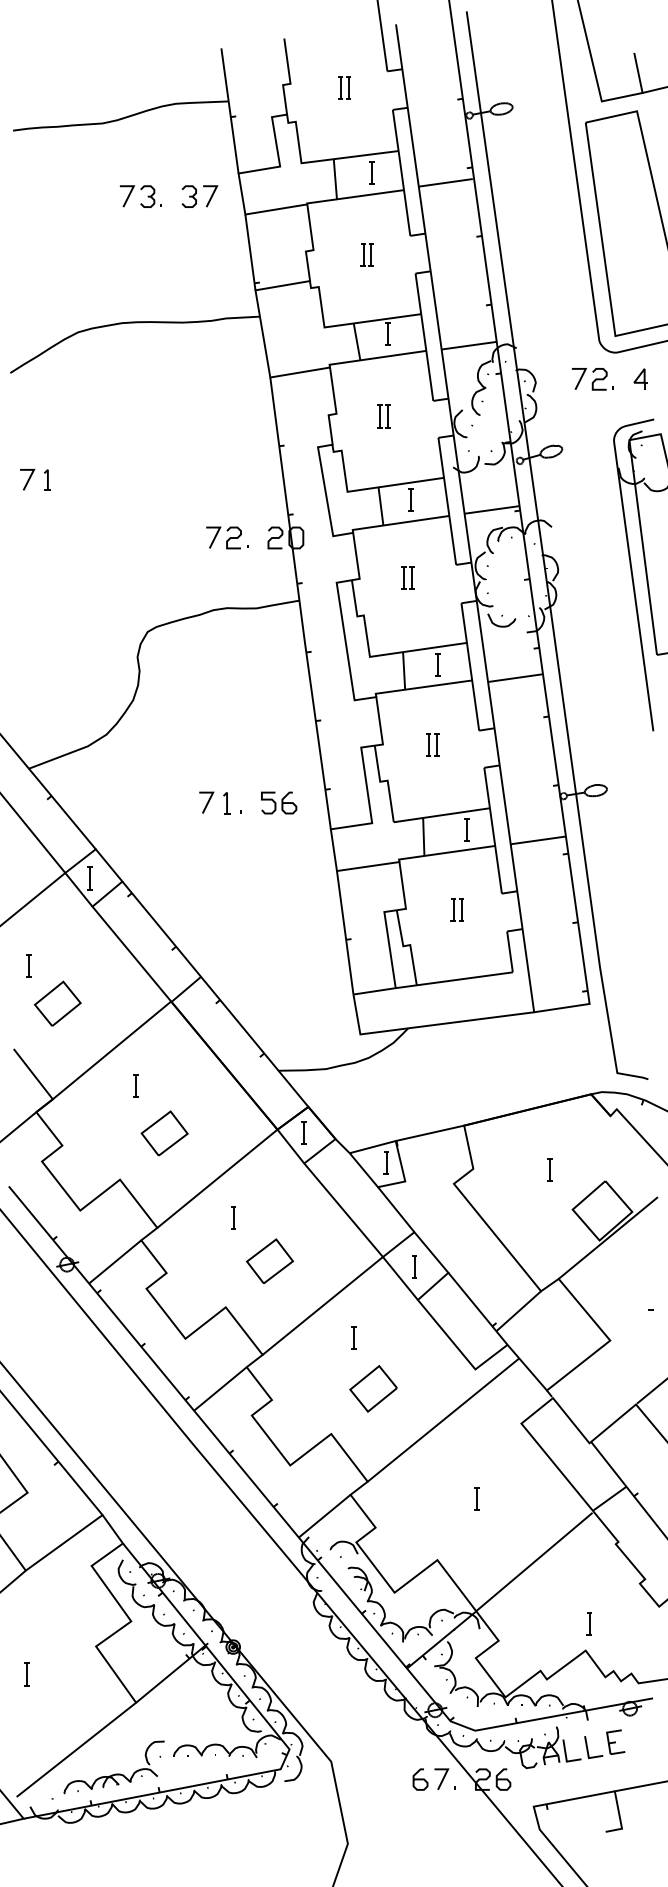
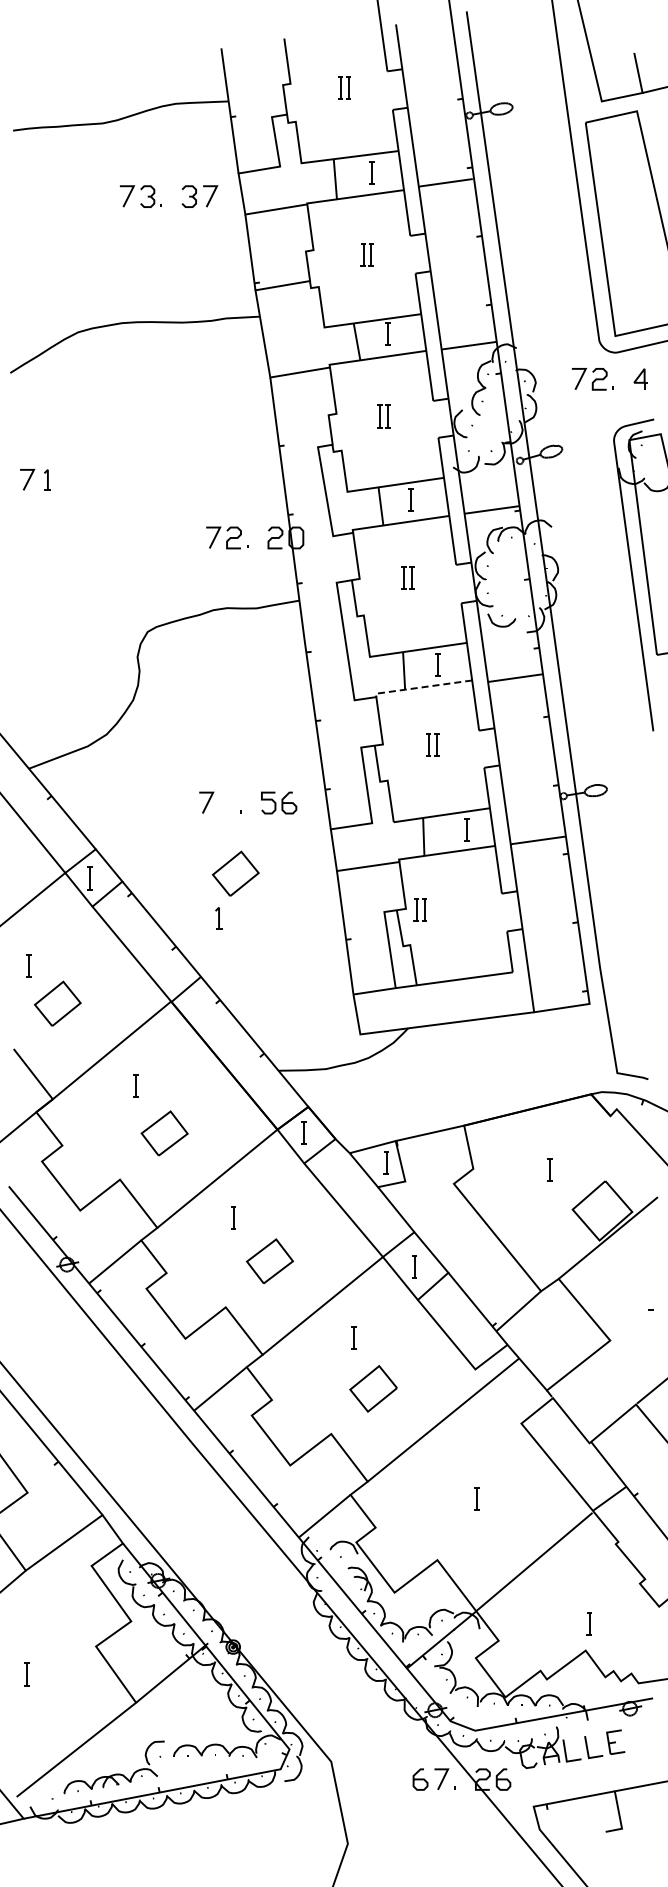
line at (420, 687): solid -> dashed
part at (226, 803) position: (226, 803) -> (218, 918)
part at (235, 873): none -> present
part at (456, 909) position: (456, 909) -> (419, 909)
